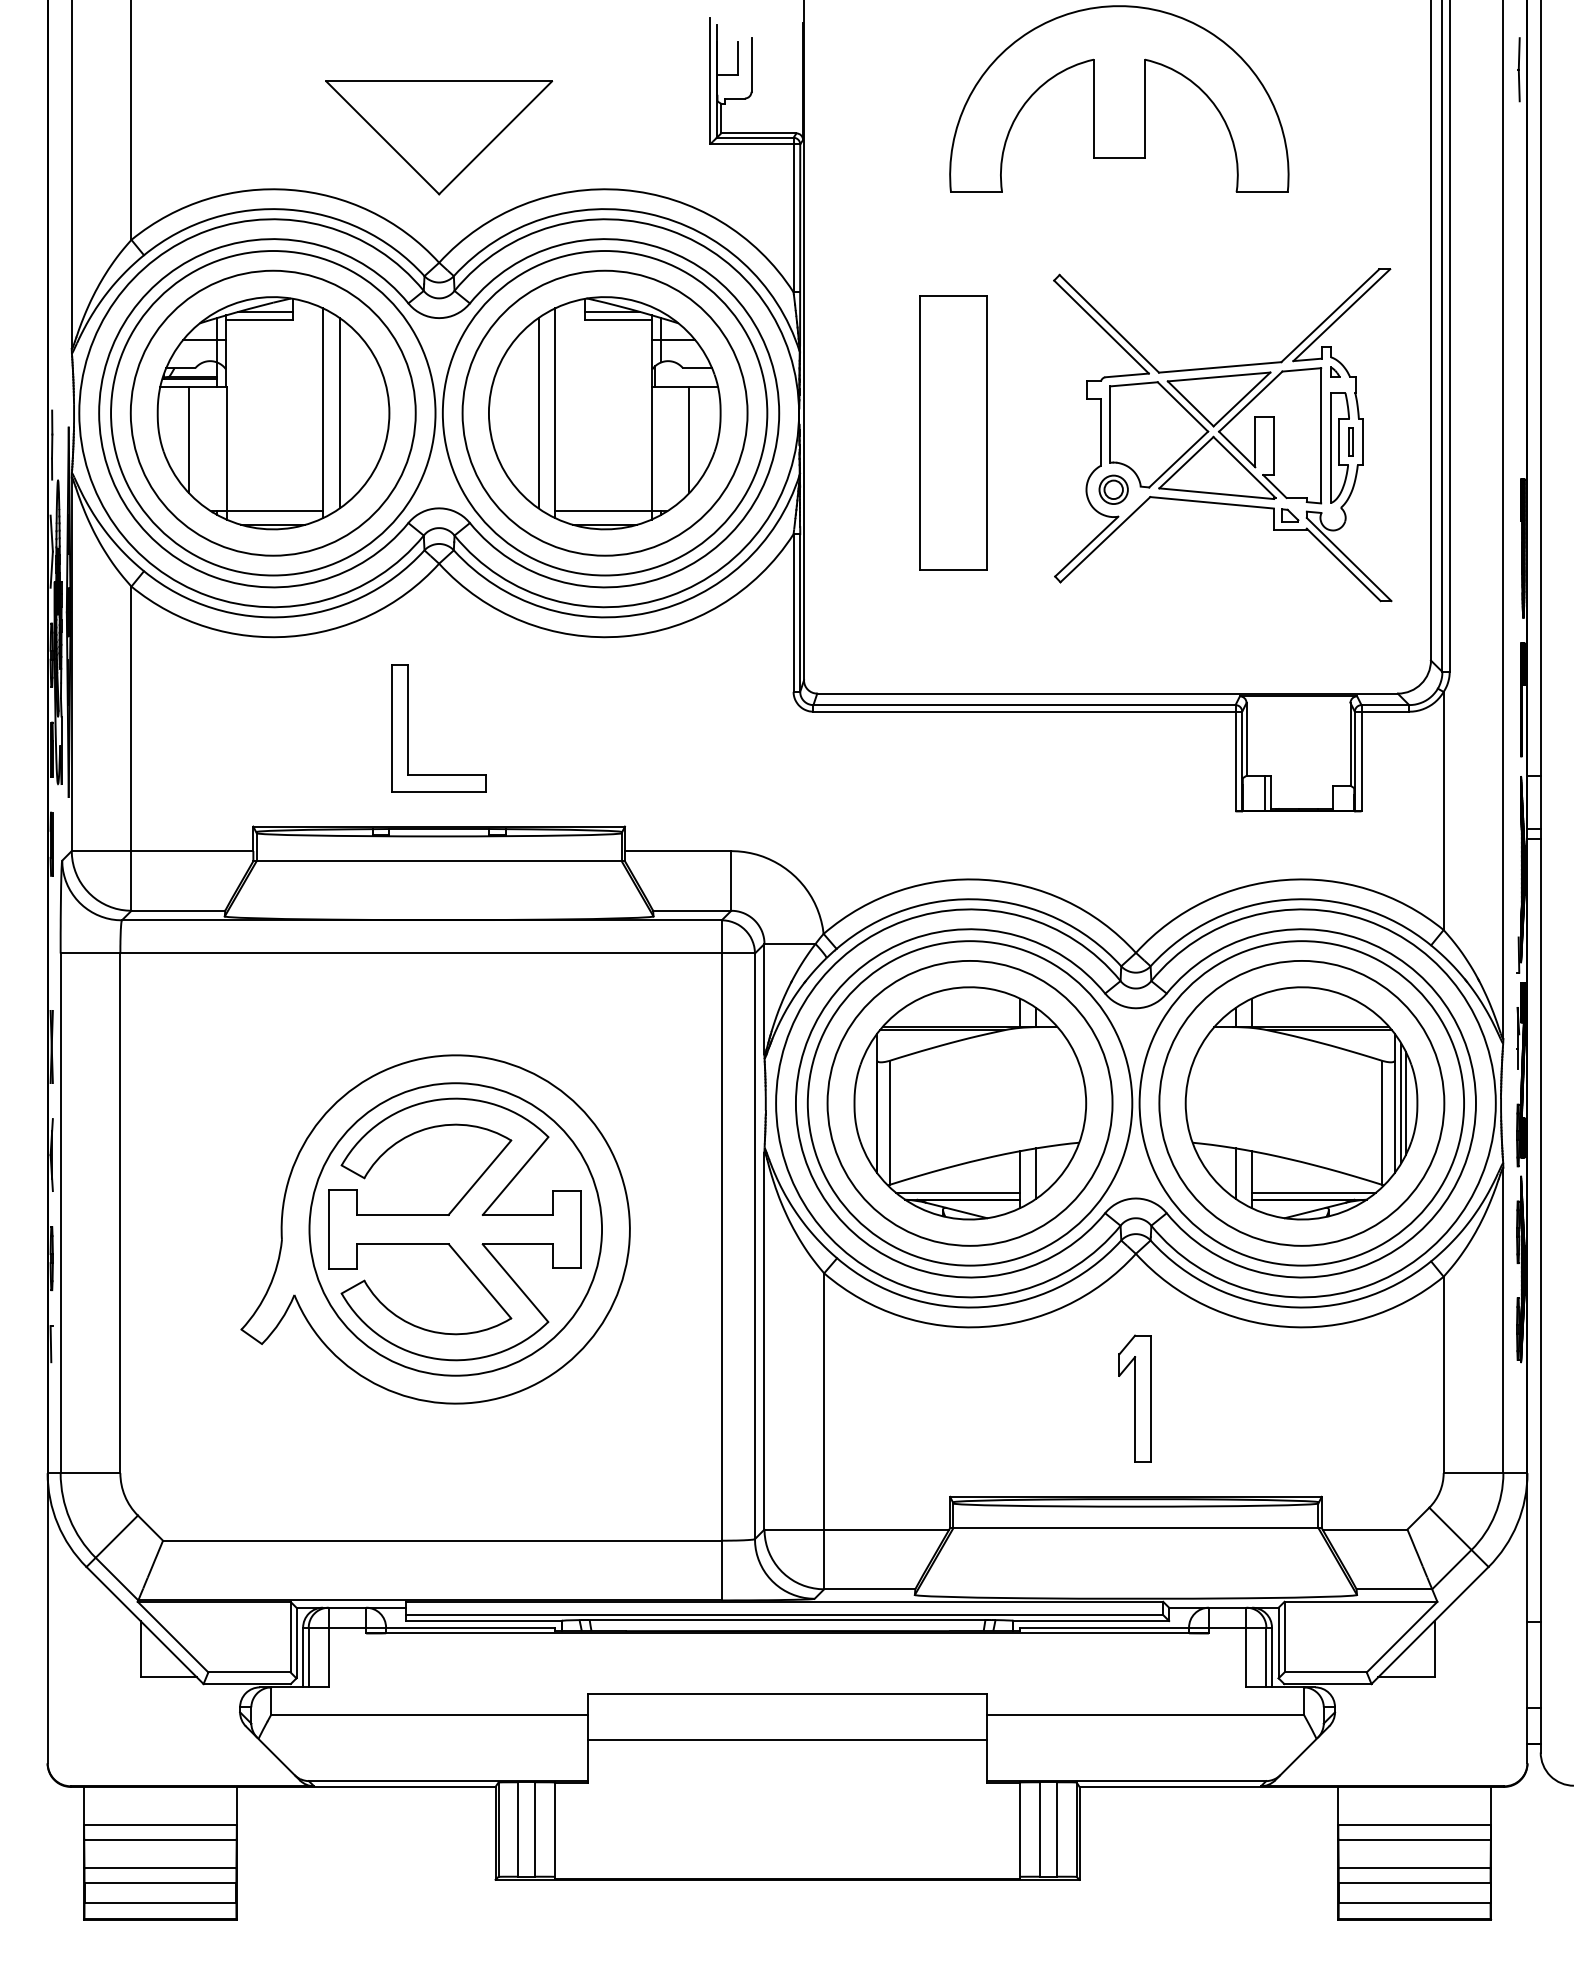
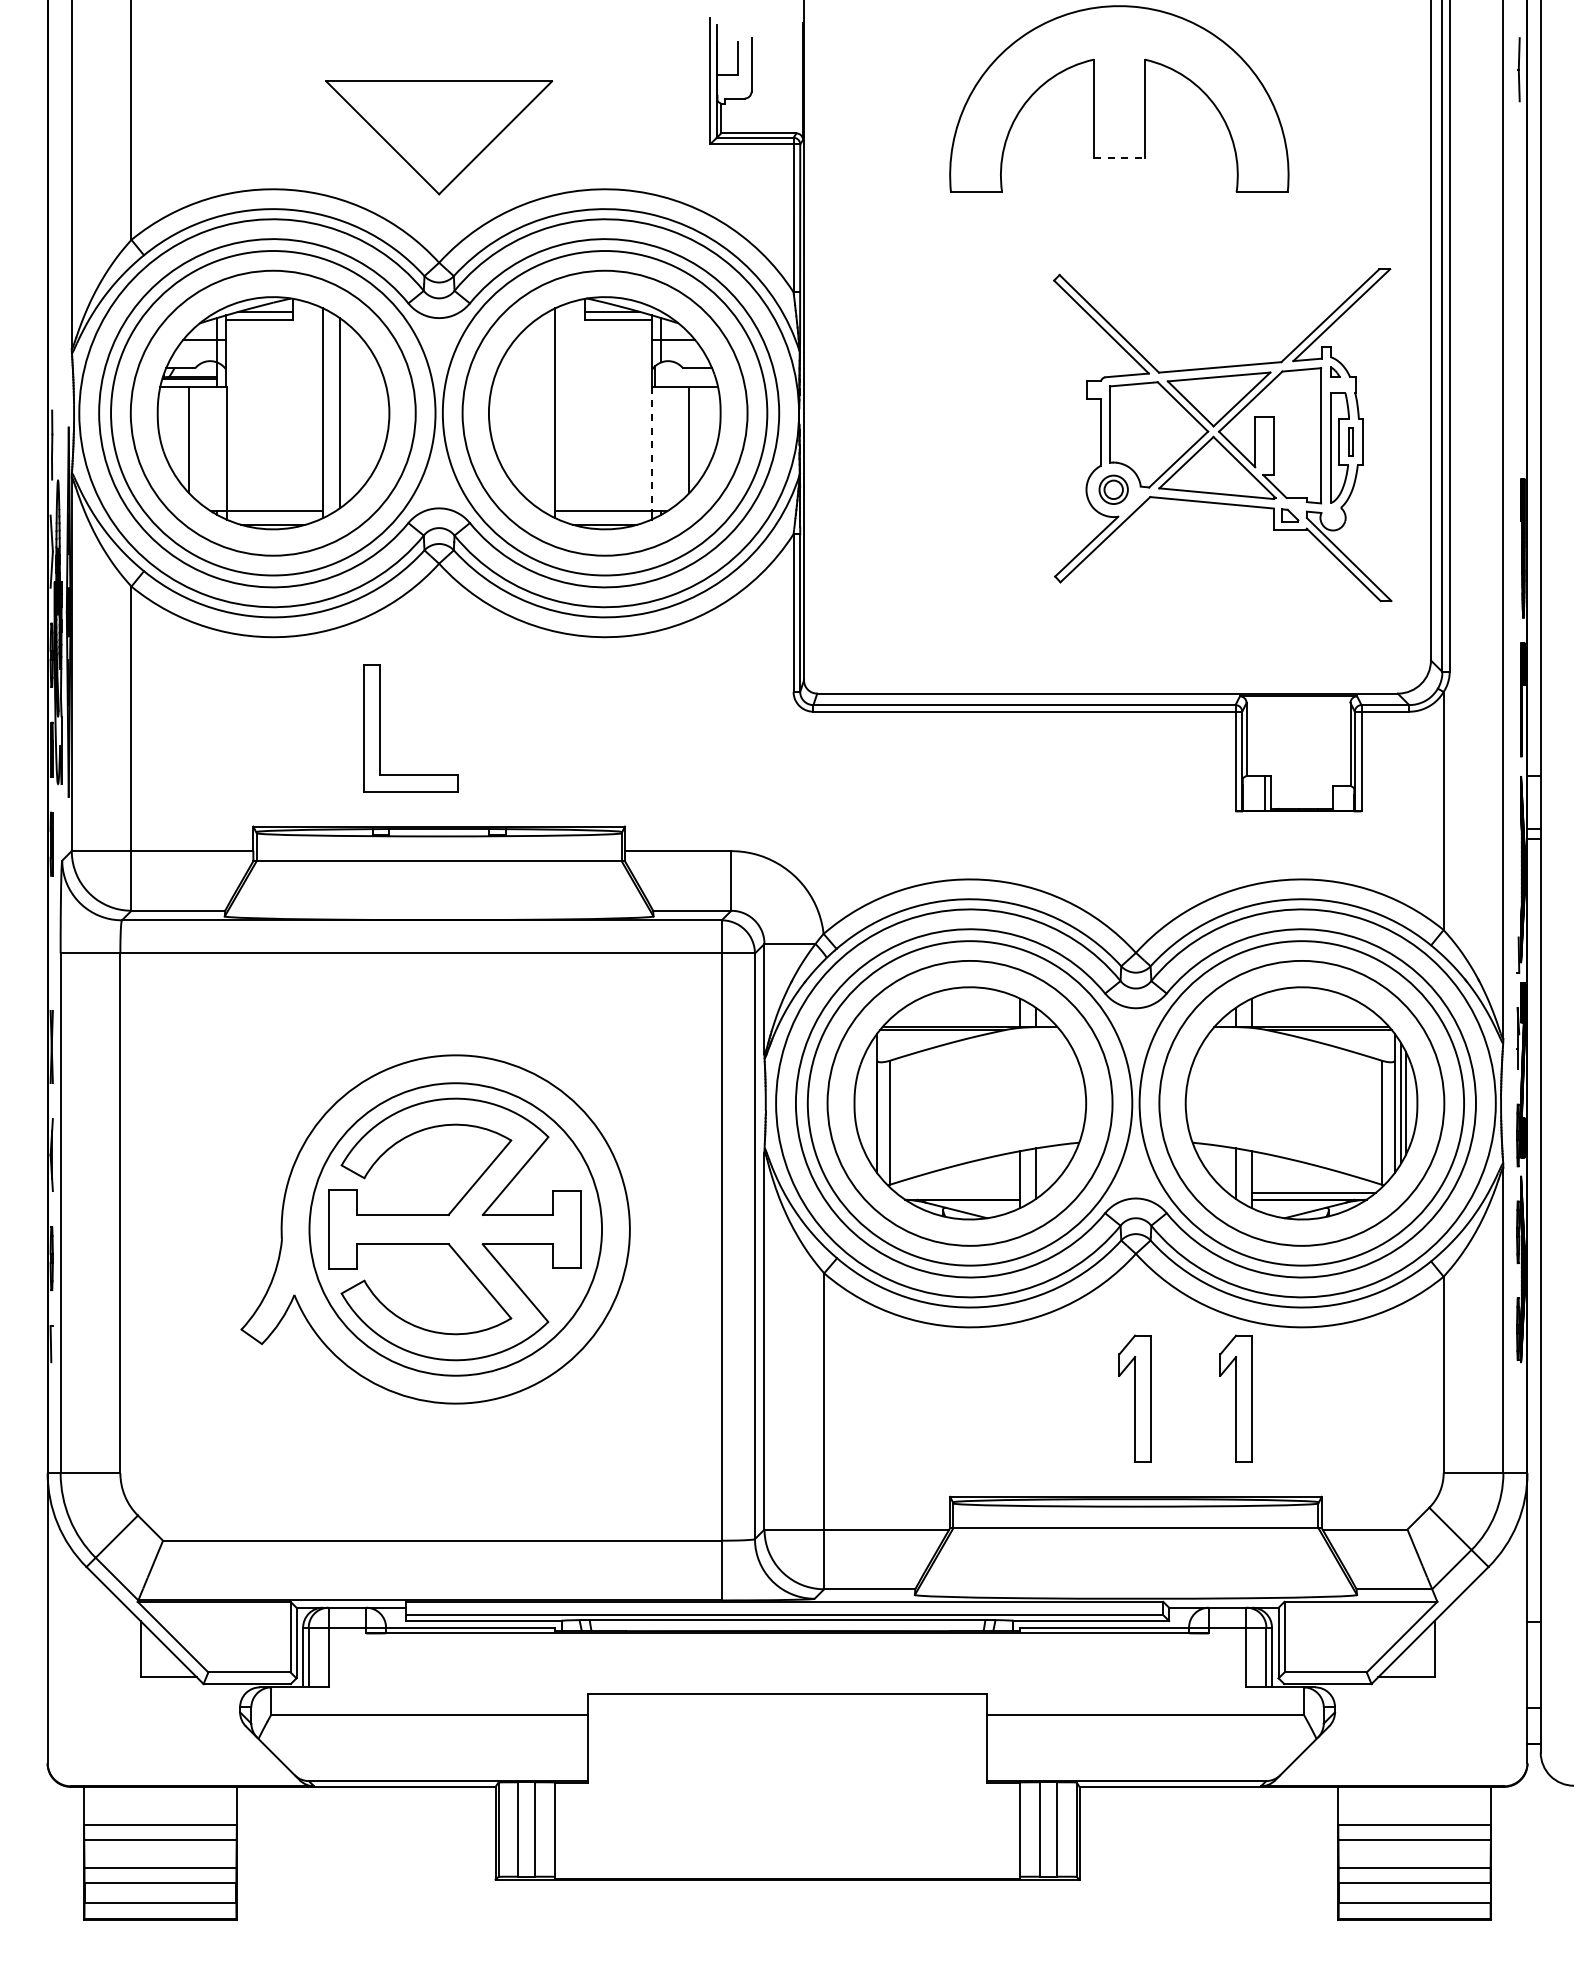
line at (1119, 158): solid -> dashed
line at (538, 413): present -> none
part at (953, 432): present -> none
line at (651, 449): solid -> dashed
part at (408, 728) position: (408, 728) -> (380, 728)
line at (957, 1192): present -> none
part at (1235, 1398): none -> present
line at (787, 1740): present -> none
